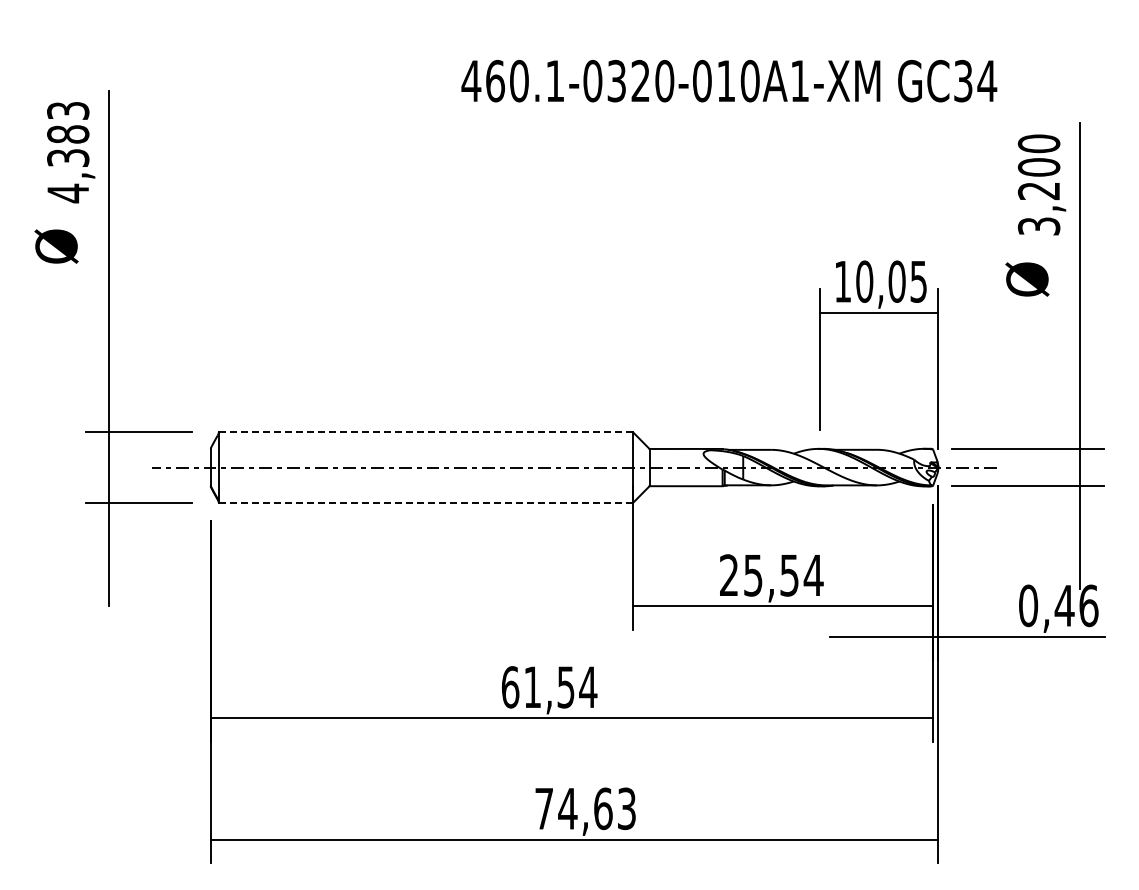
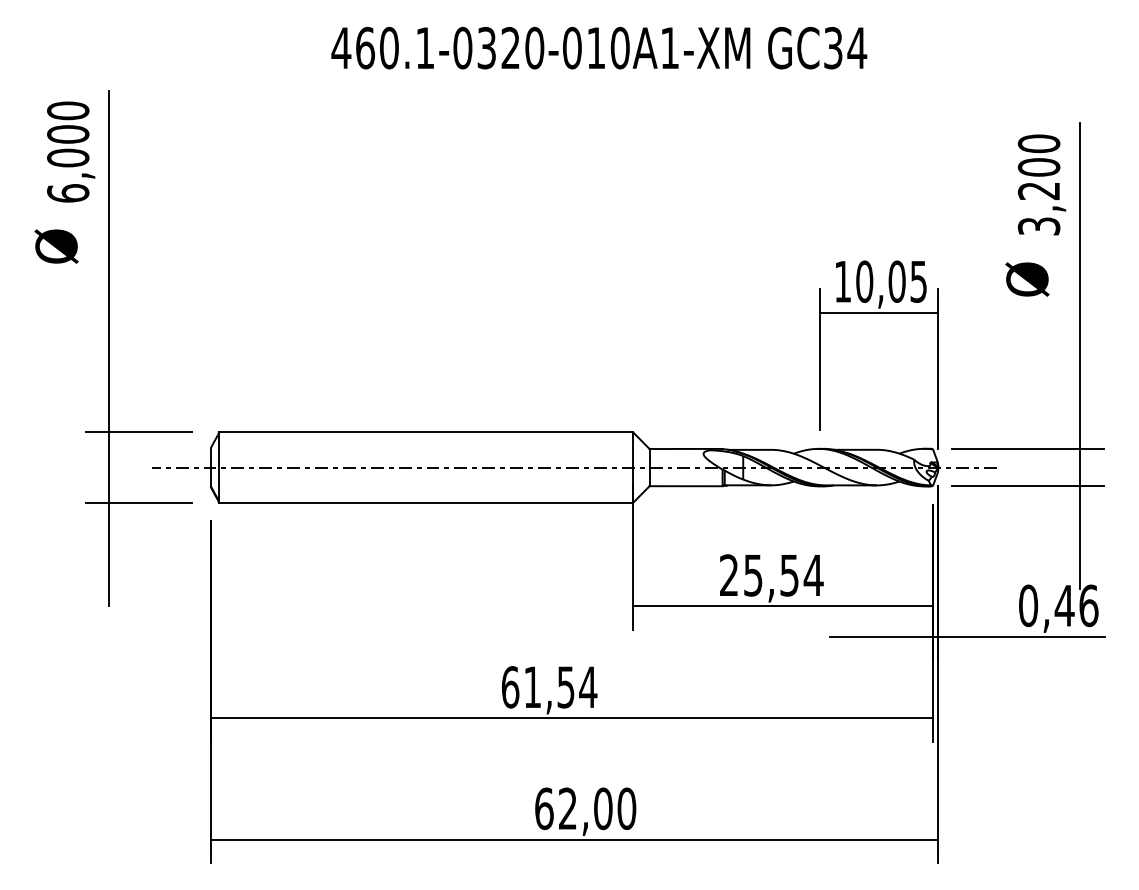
text at (729, 81) position: (729, 81) -> (599, 48)
text at (68, 152): 4,383 -> 6,000
line at (425, 432): dashed -> solid
line at (426, 502): dashed -> solid
text at (585, 808): 74,63 -> 62,00
